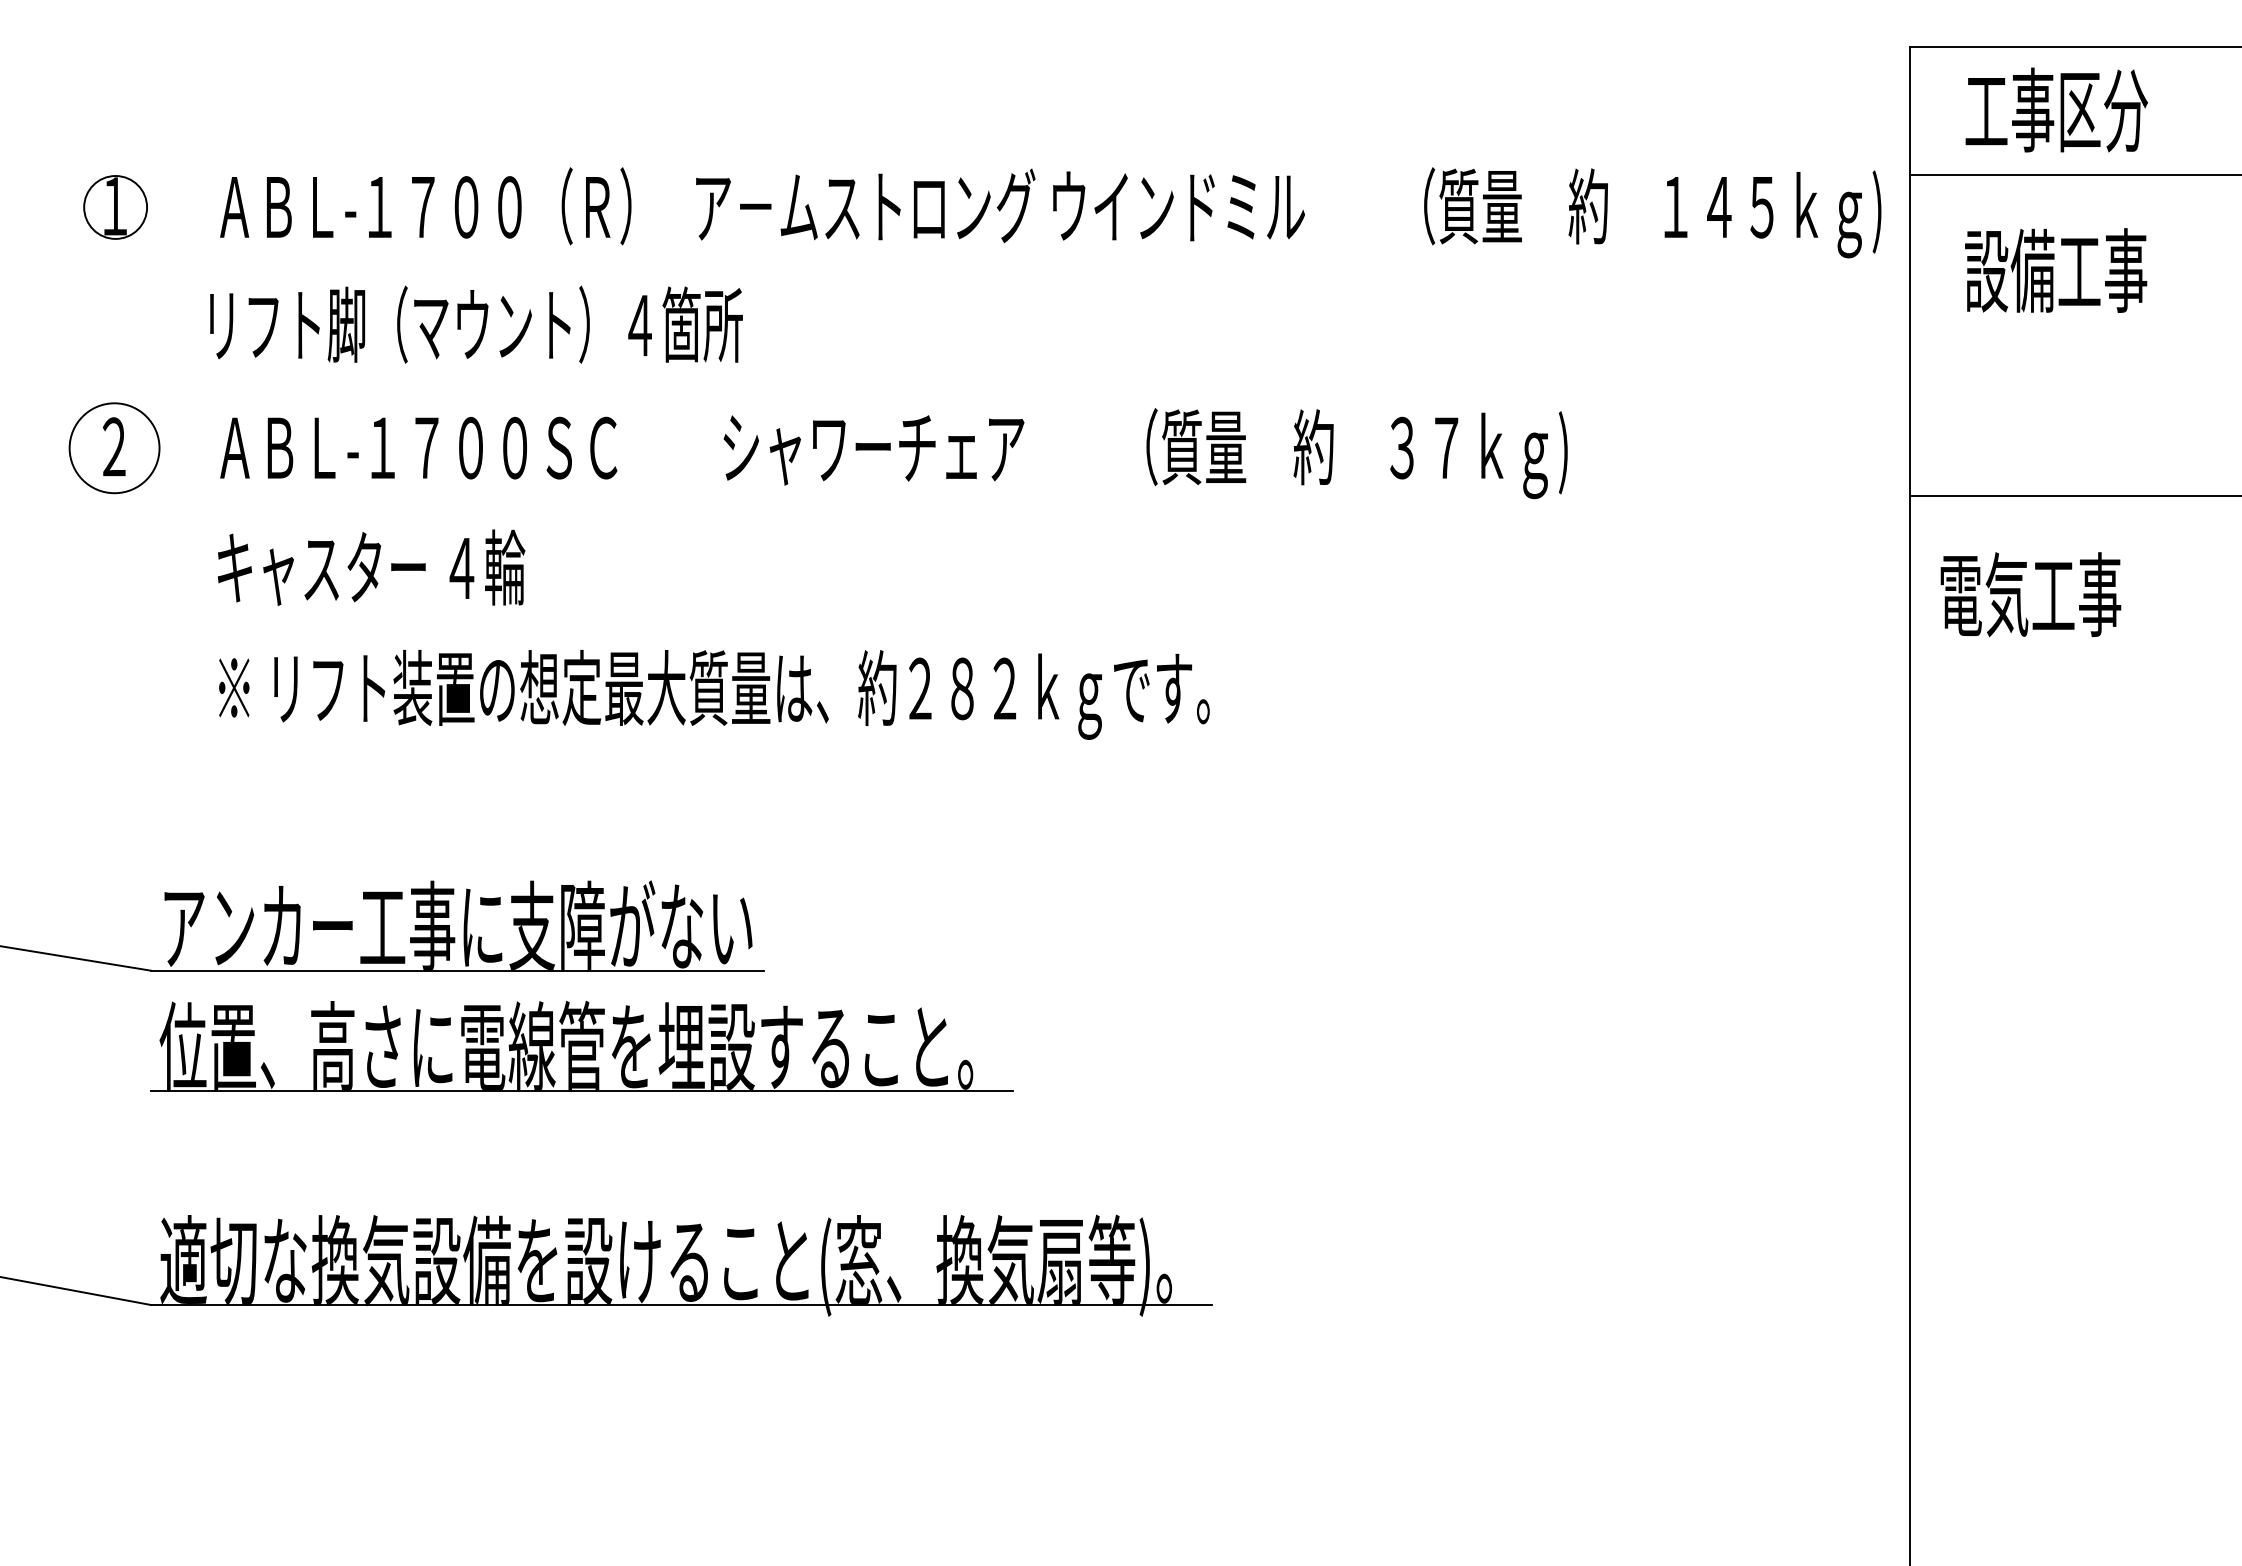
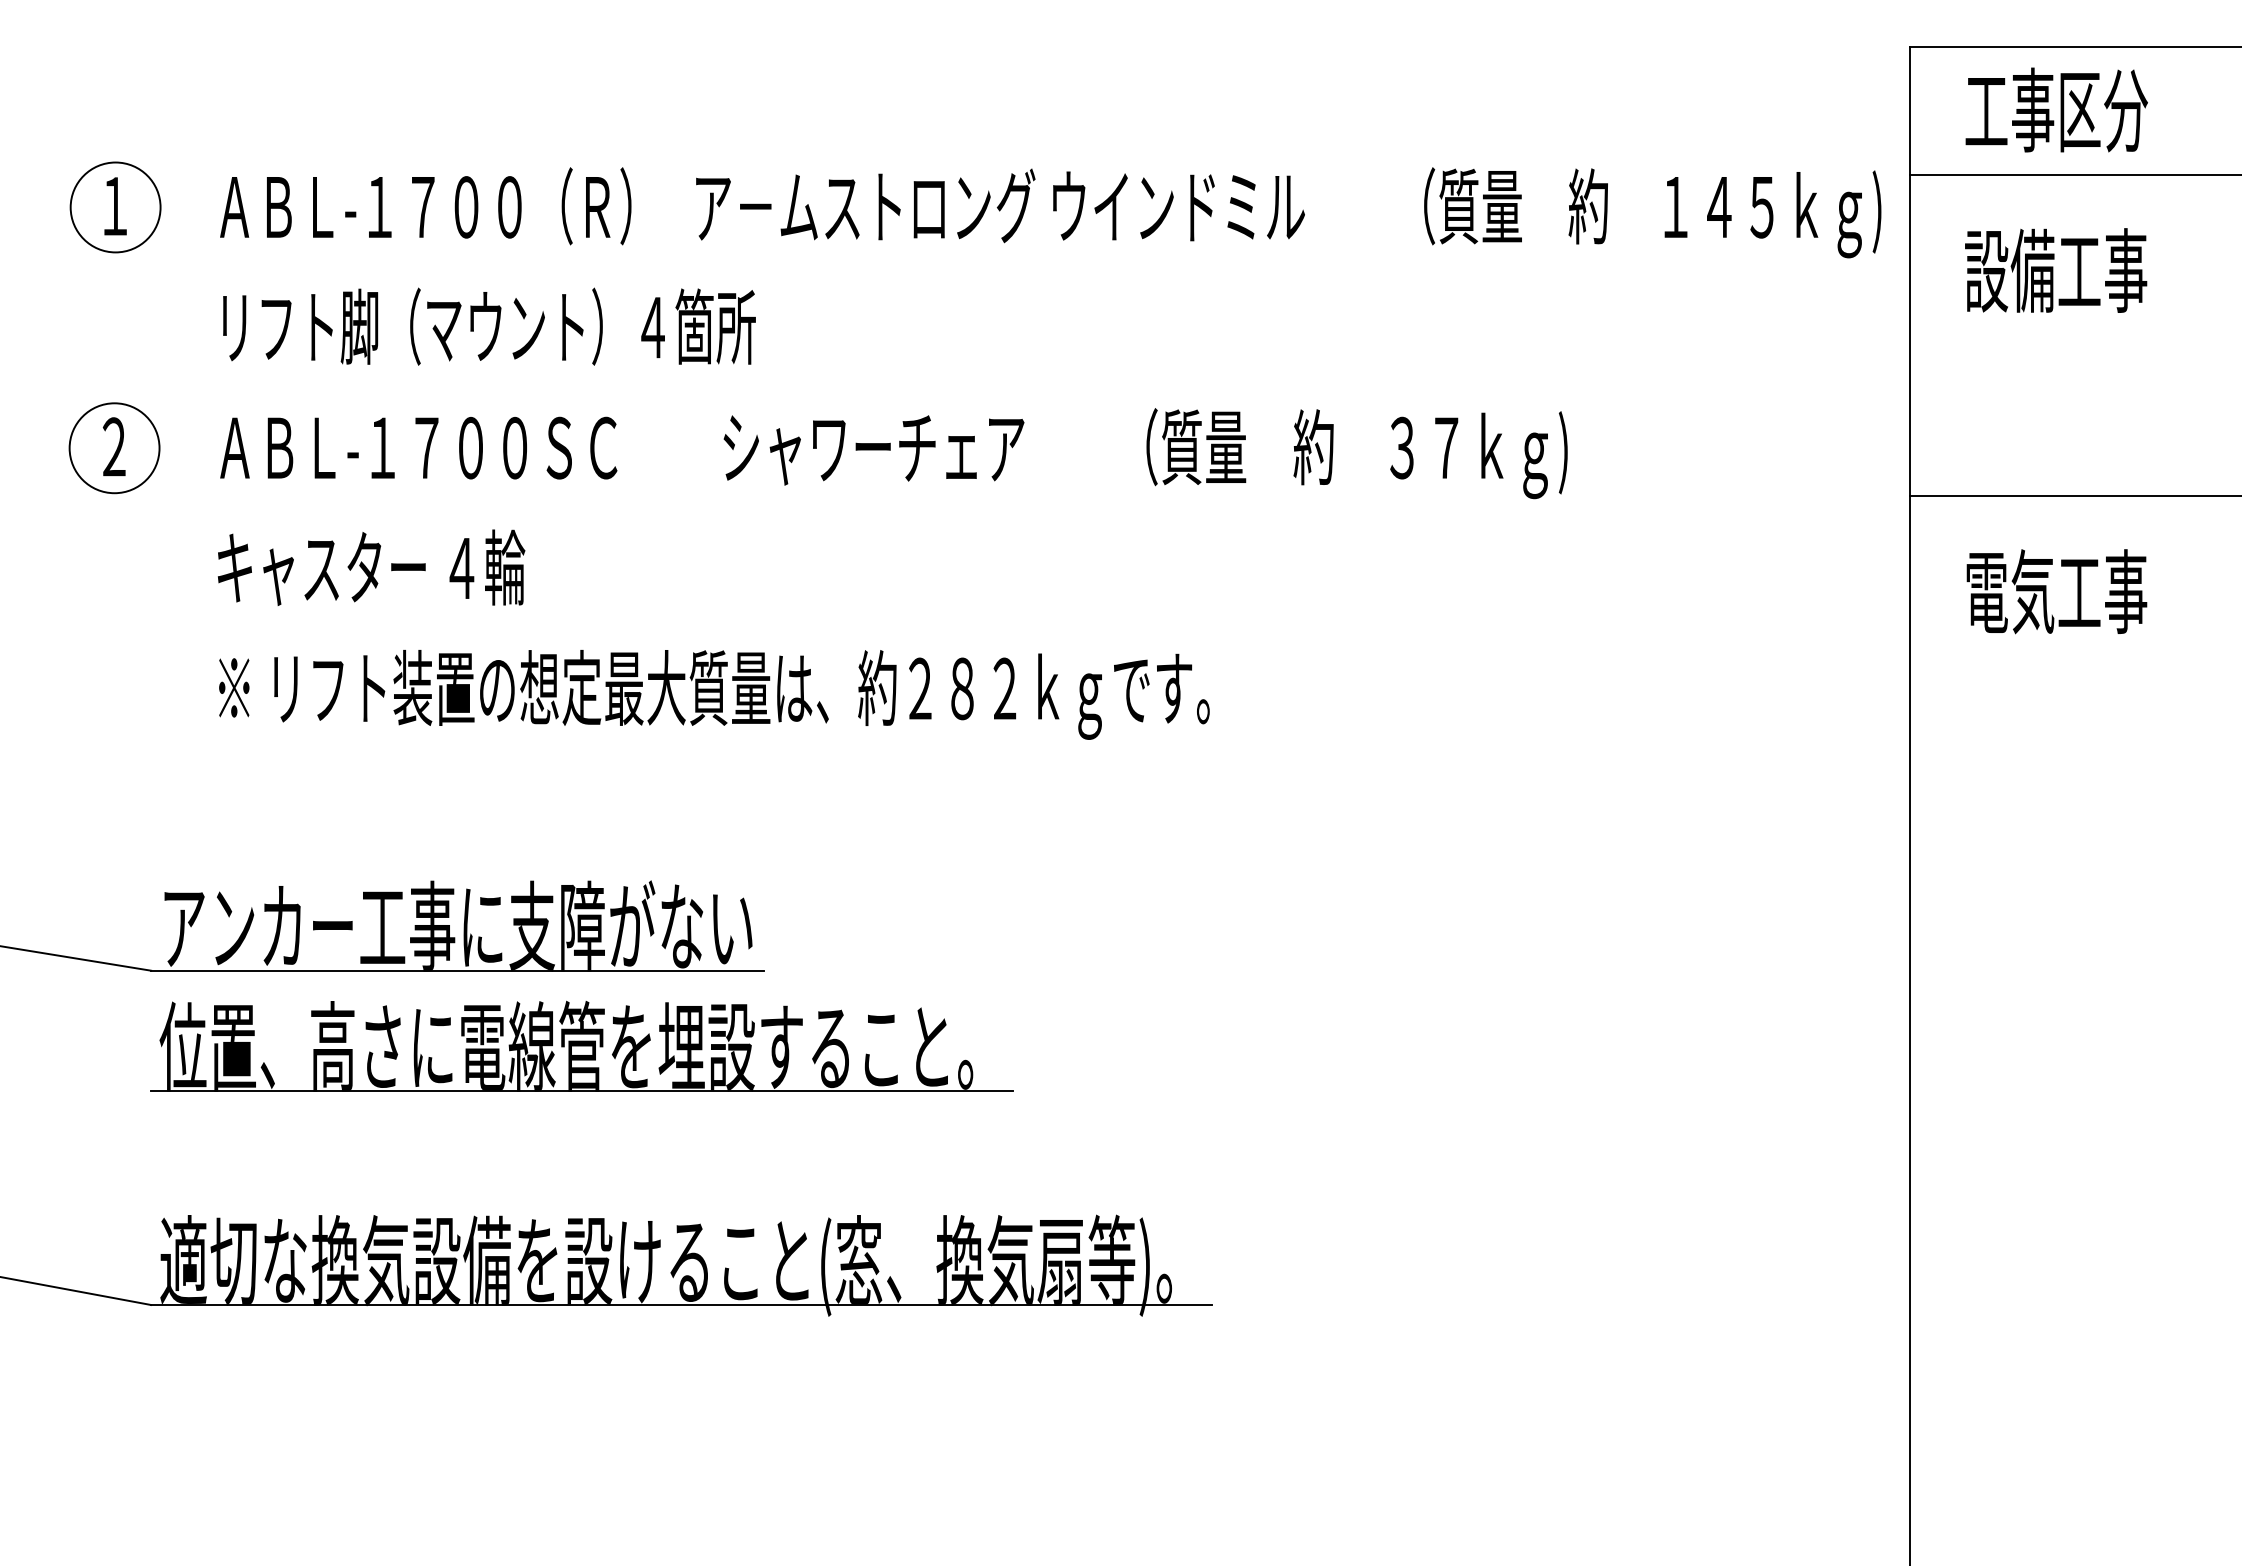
circle at (115, 207) diameter: 63 px -> 90 px
text at (476, 324) position: (476, 324) -> (489, 326)
text at (2030, 594) position: (2030, 594) -> (2056, 591)
